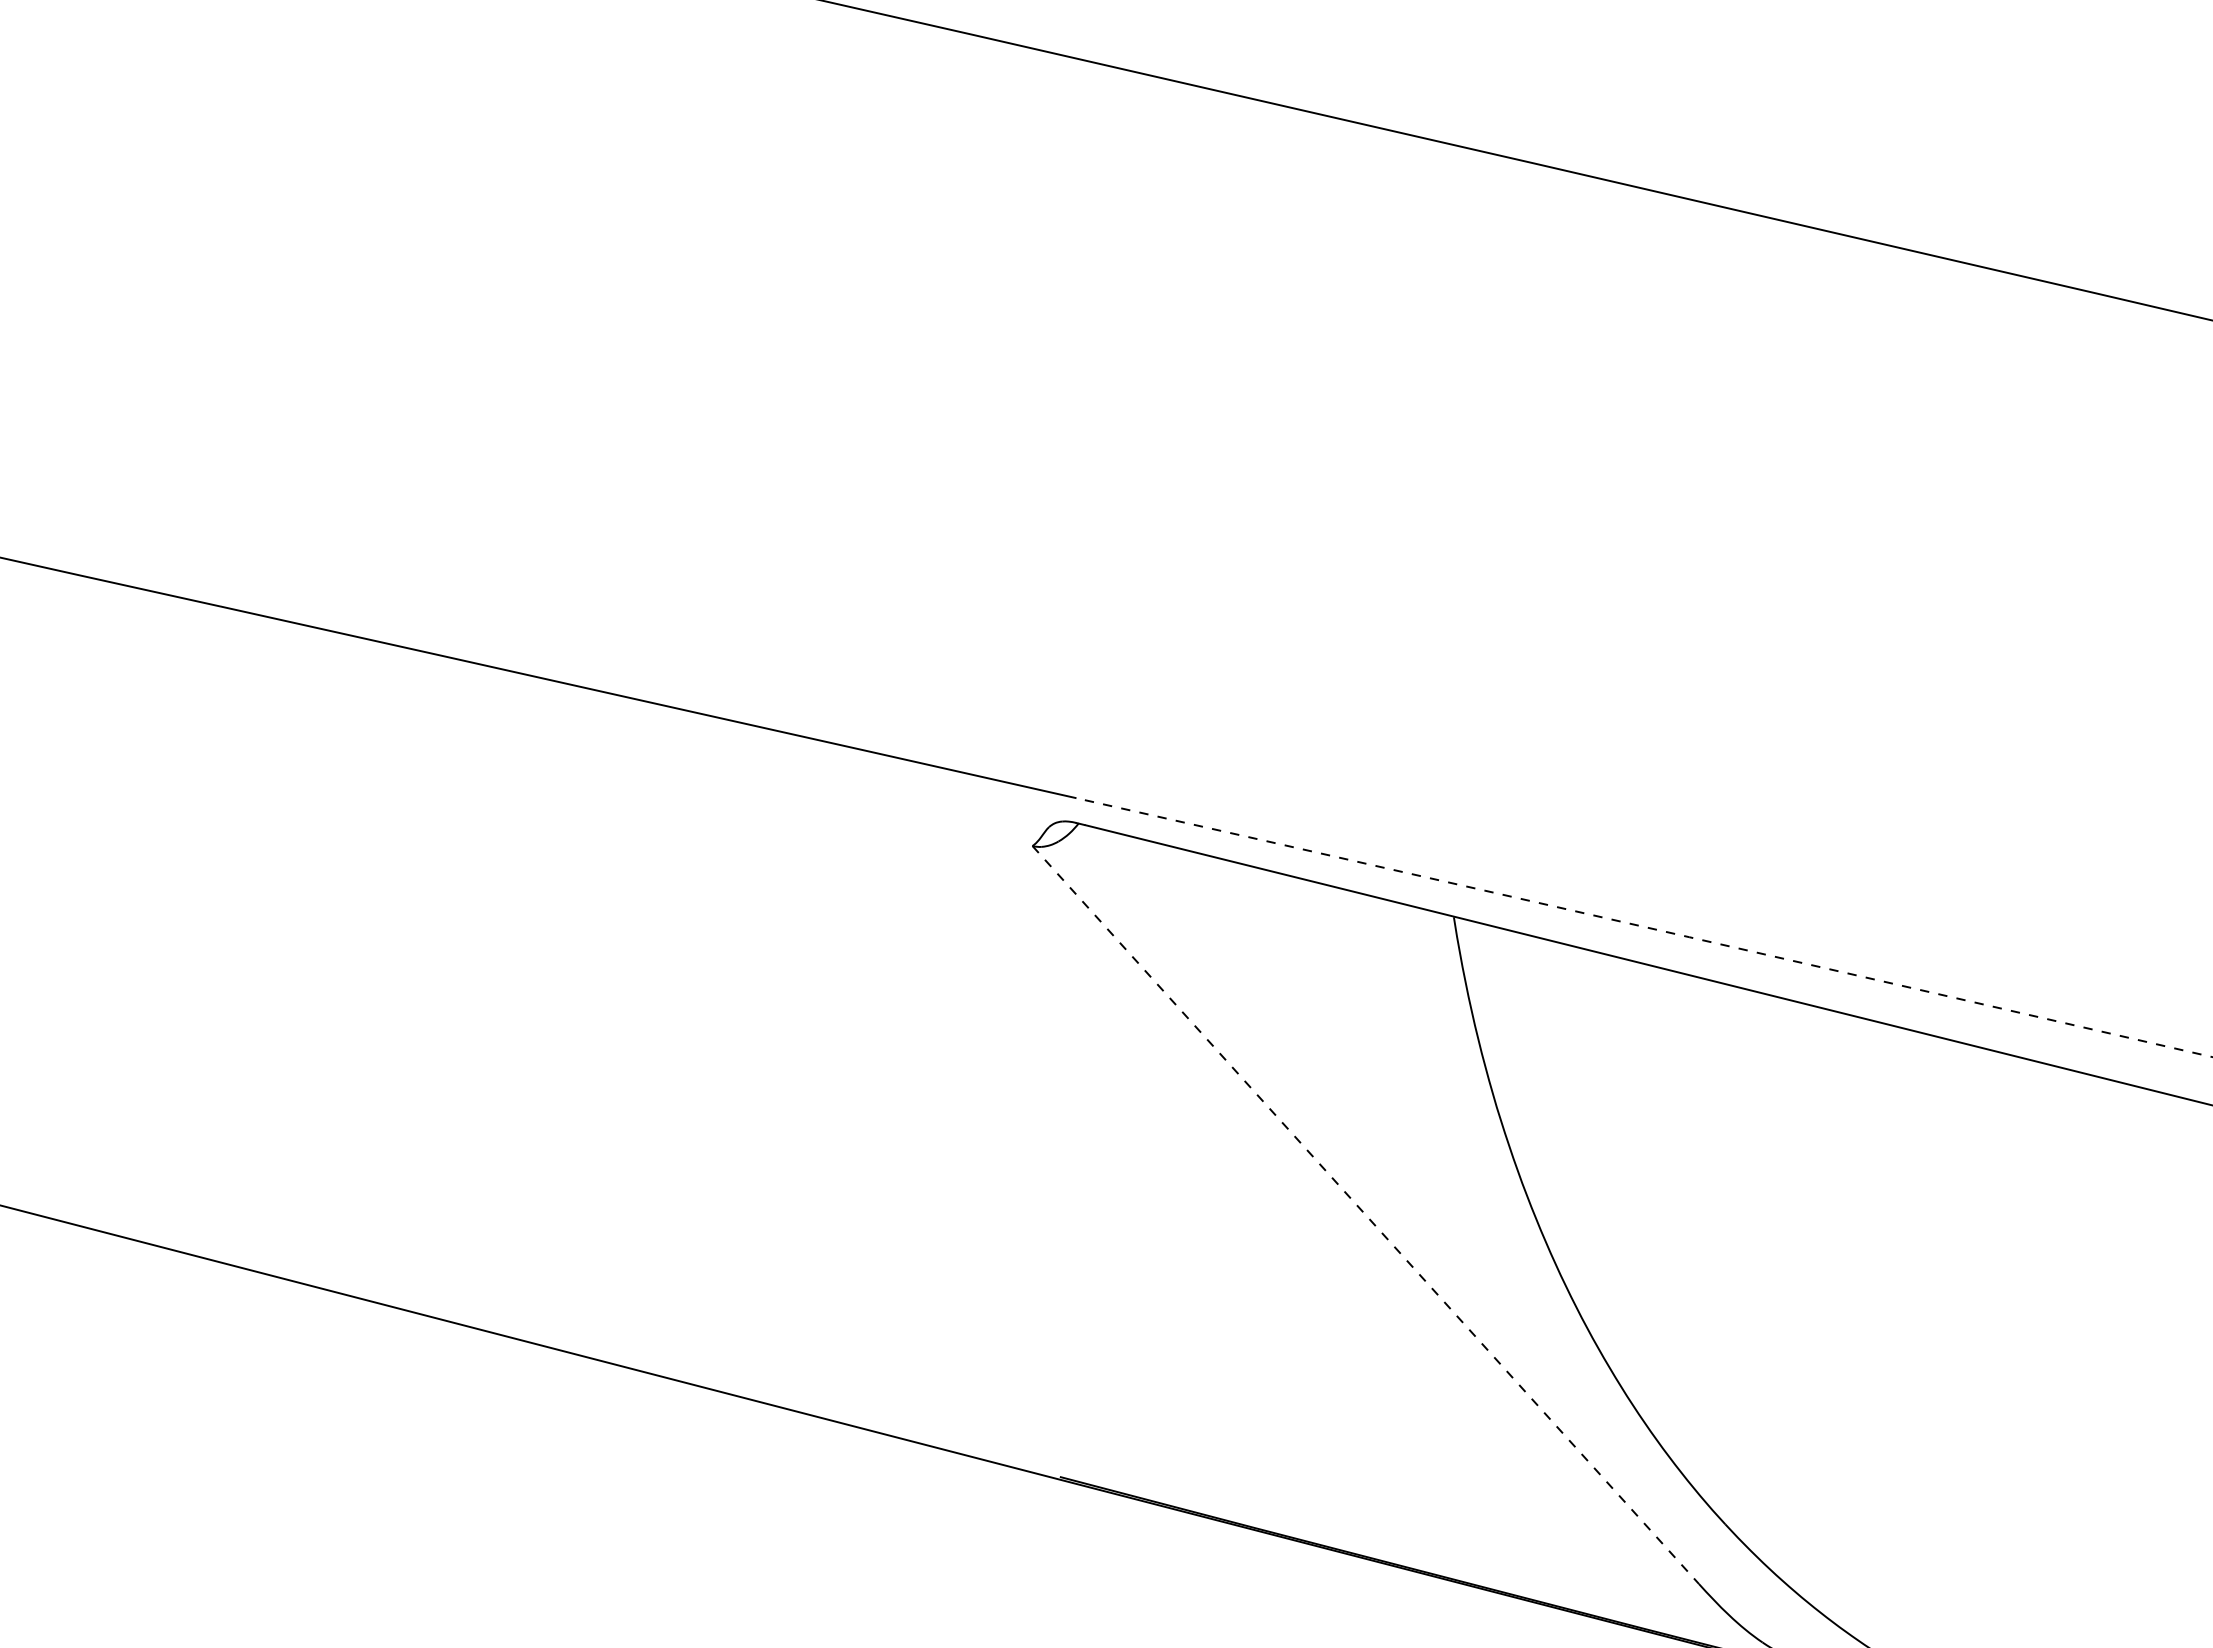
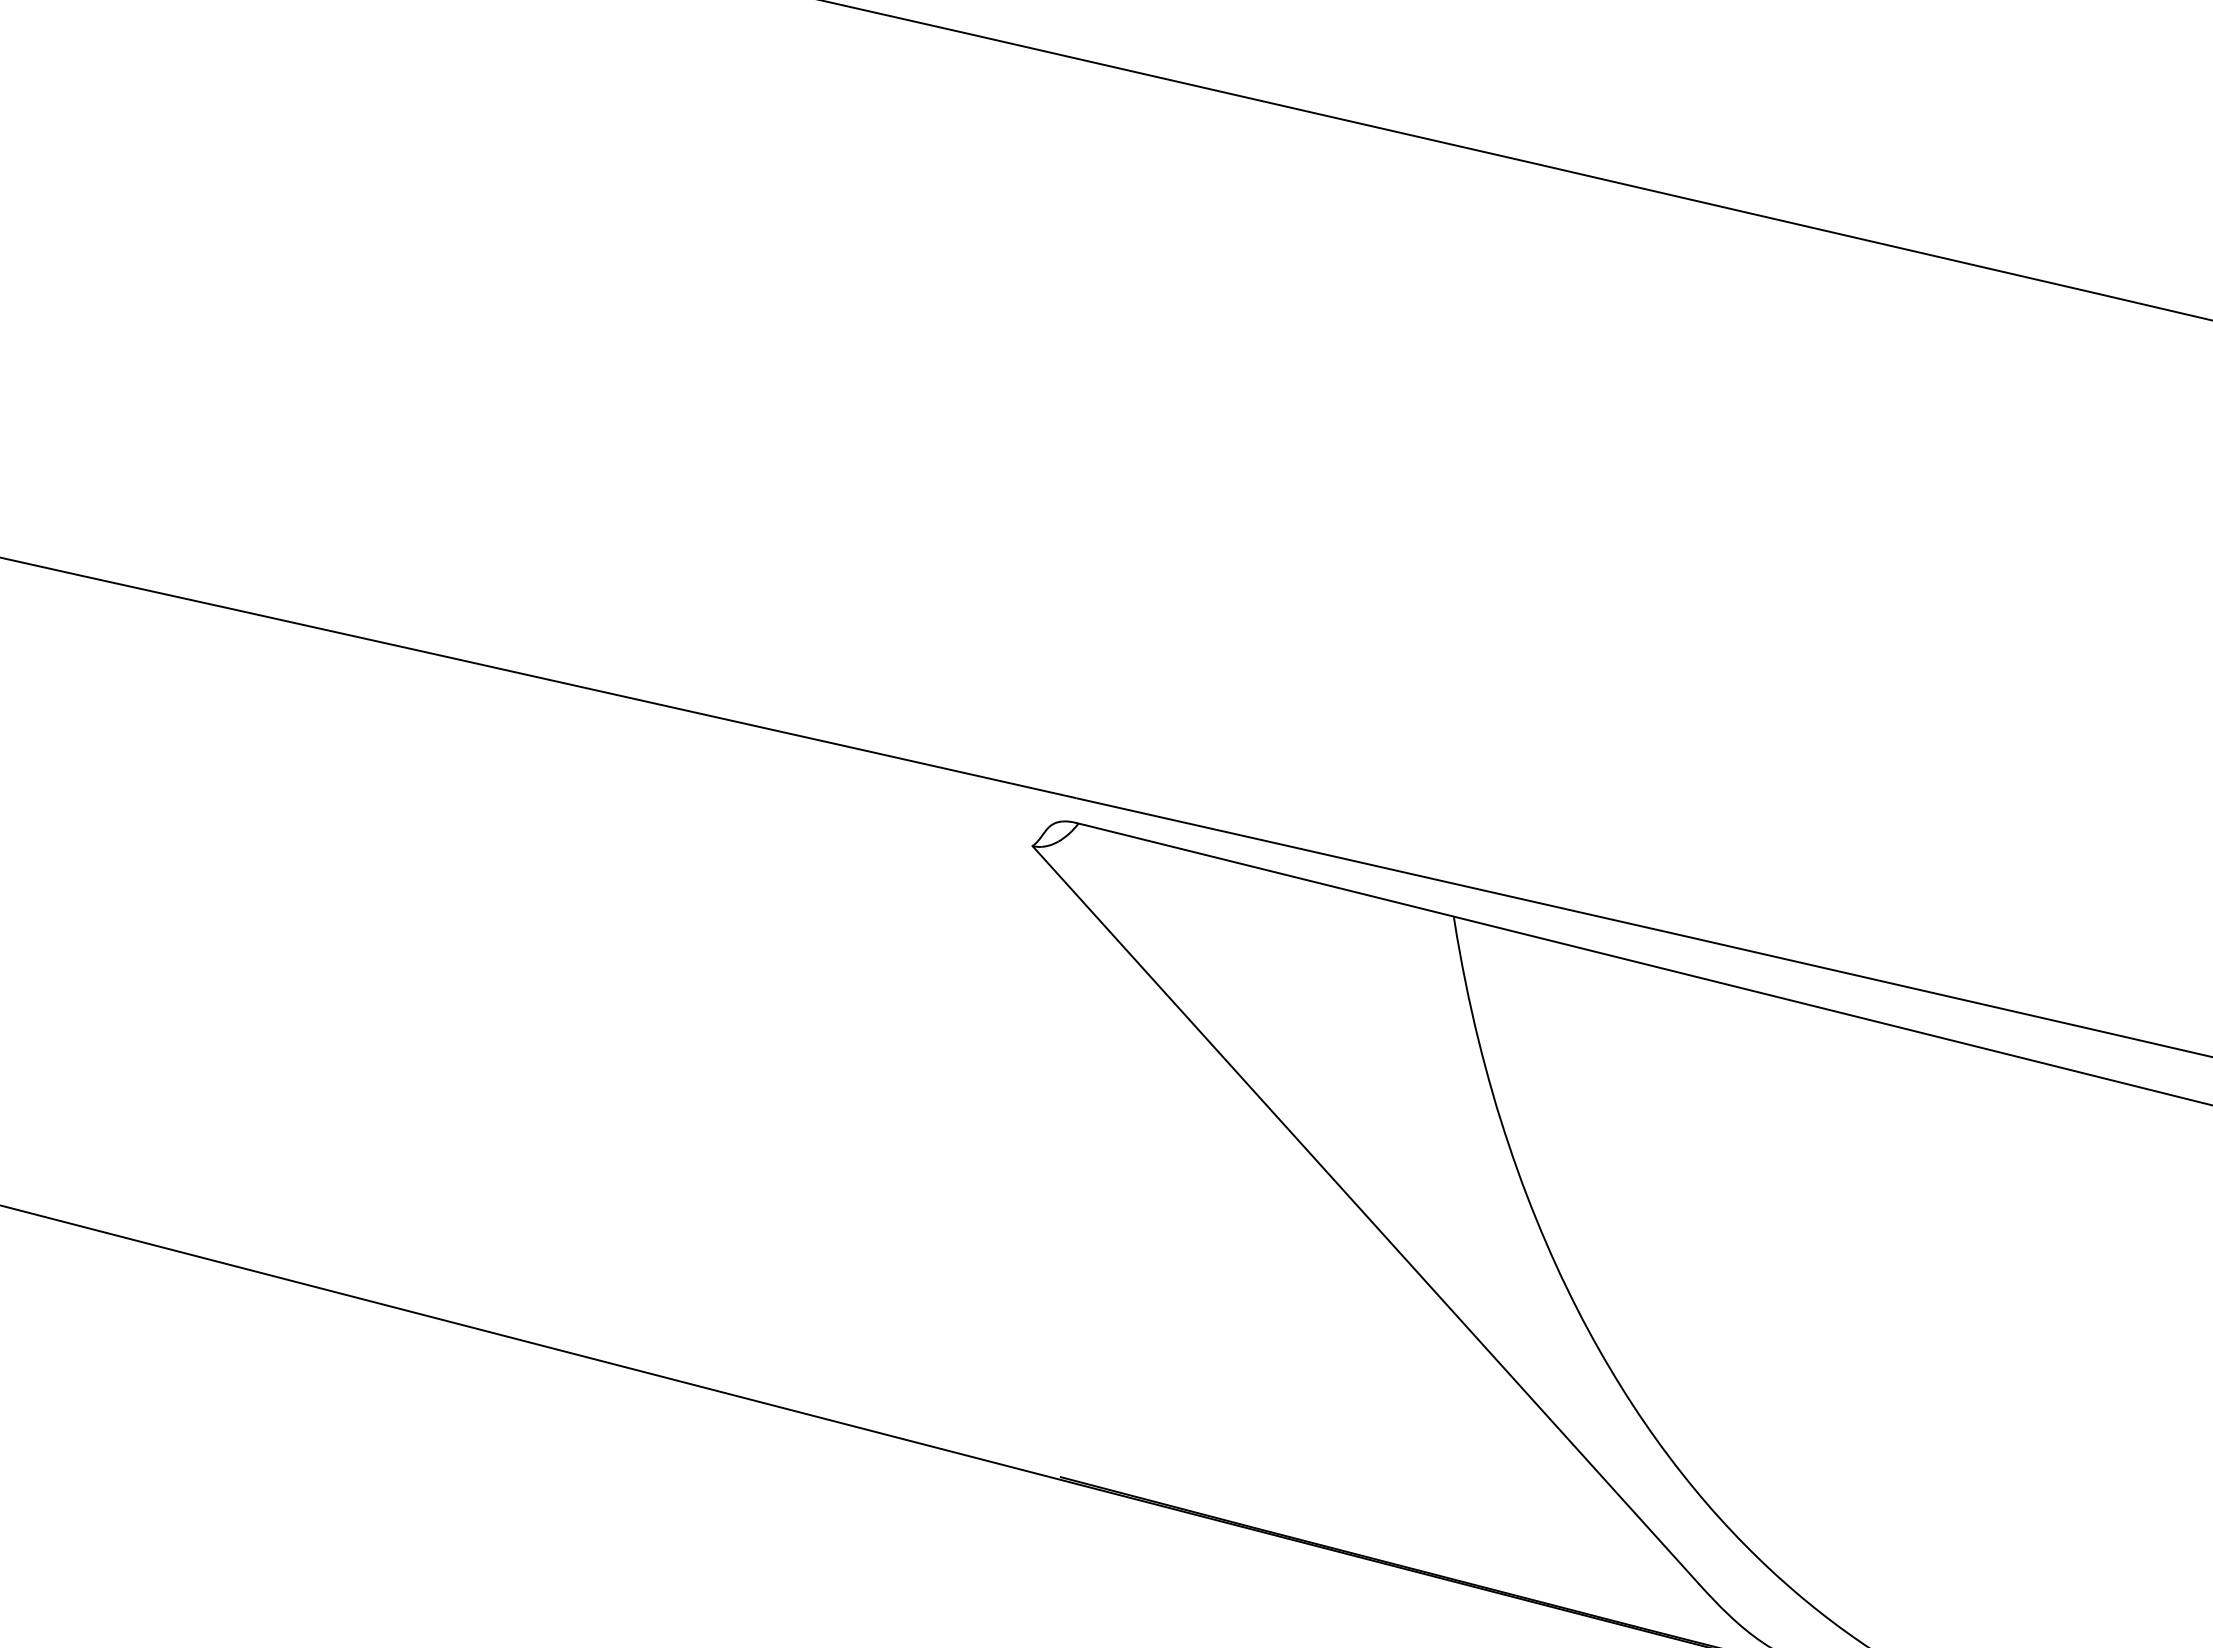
arc at (1644, 927): dashed -> solid
line at (1366, 1215): dashed -> solid
